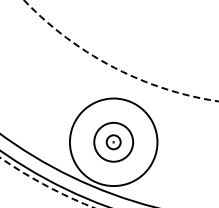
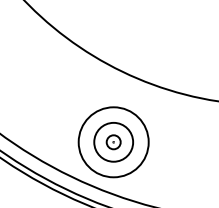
circle at (121, 50): dashed -> solid
circle at (113, 142) diameter: 88 px -> 70 px
circle at (46, 182): dashed -> solid
